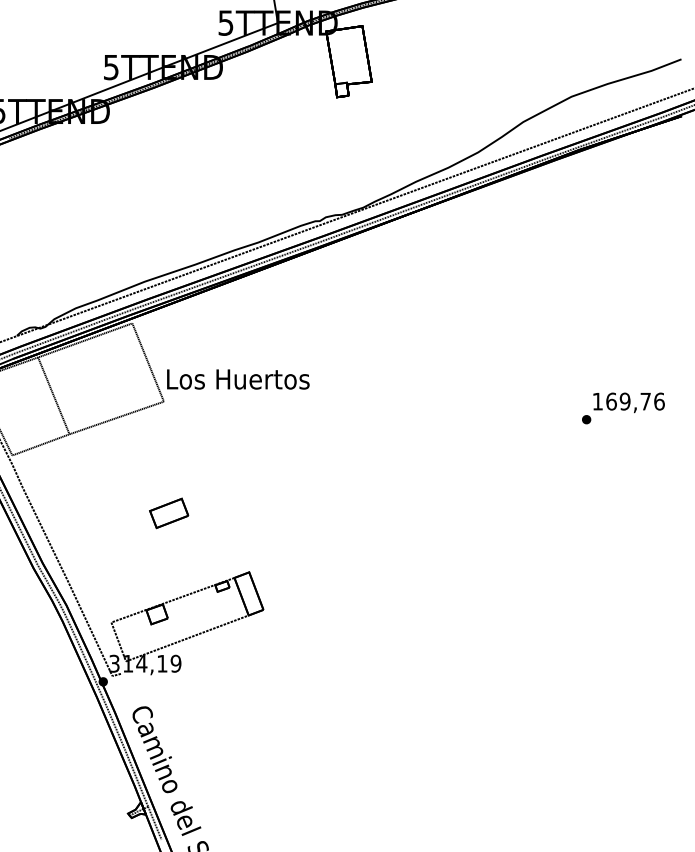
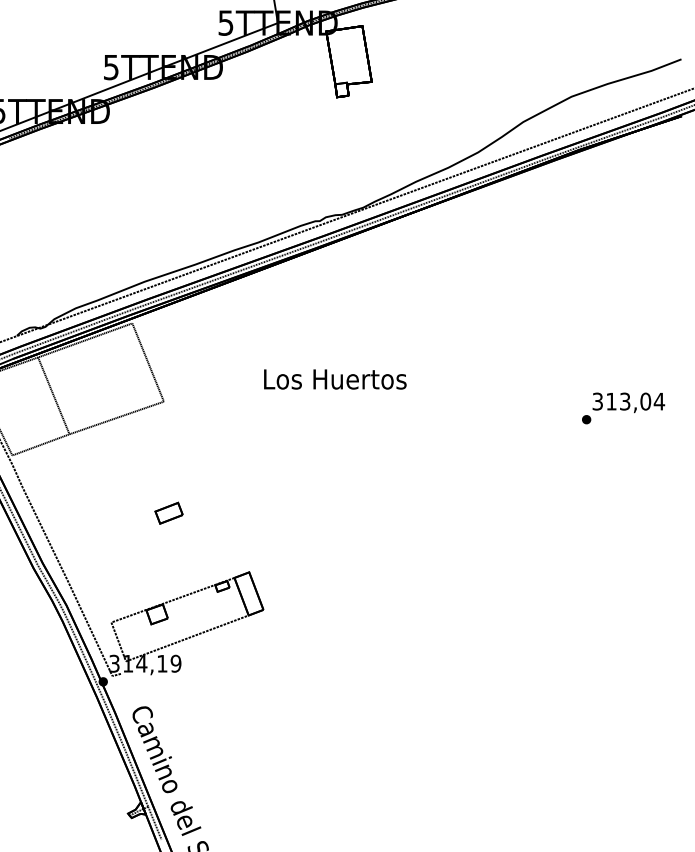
text at (238, 379) position: (238, 379) -> (335, 379)
text at (628, 401): 169,76 -> 313,04
part at (169, 513) size: 41x33 px -> 30x24 px
